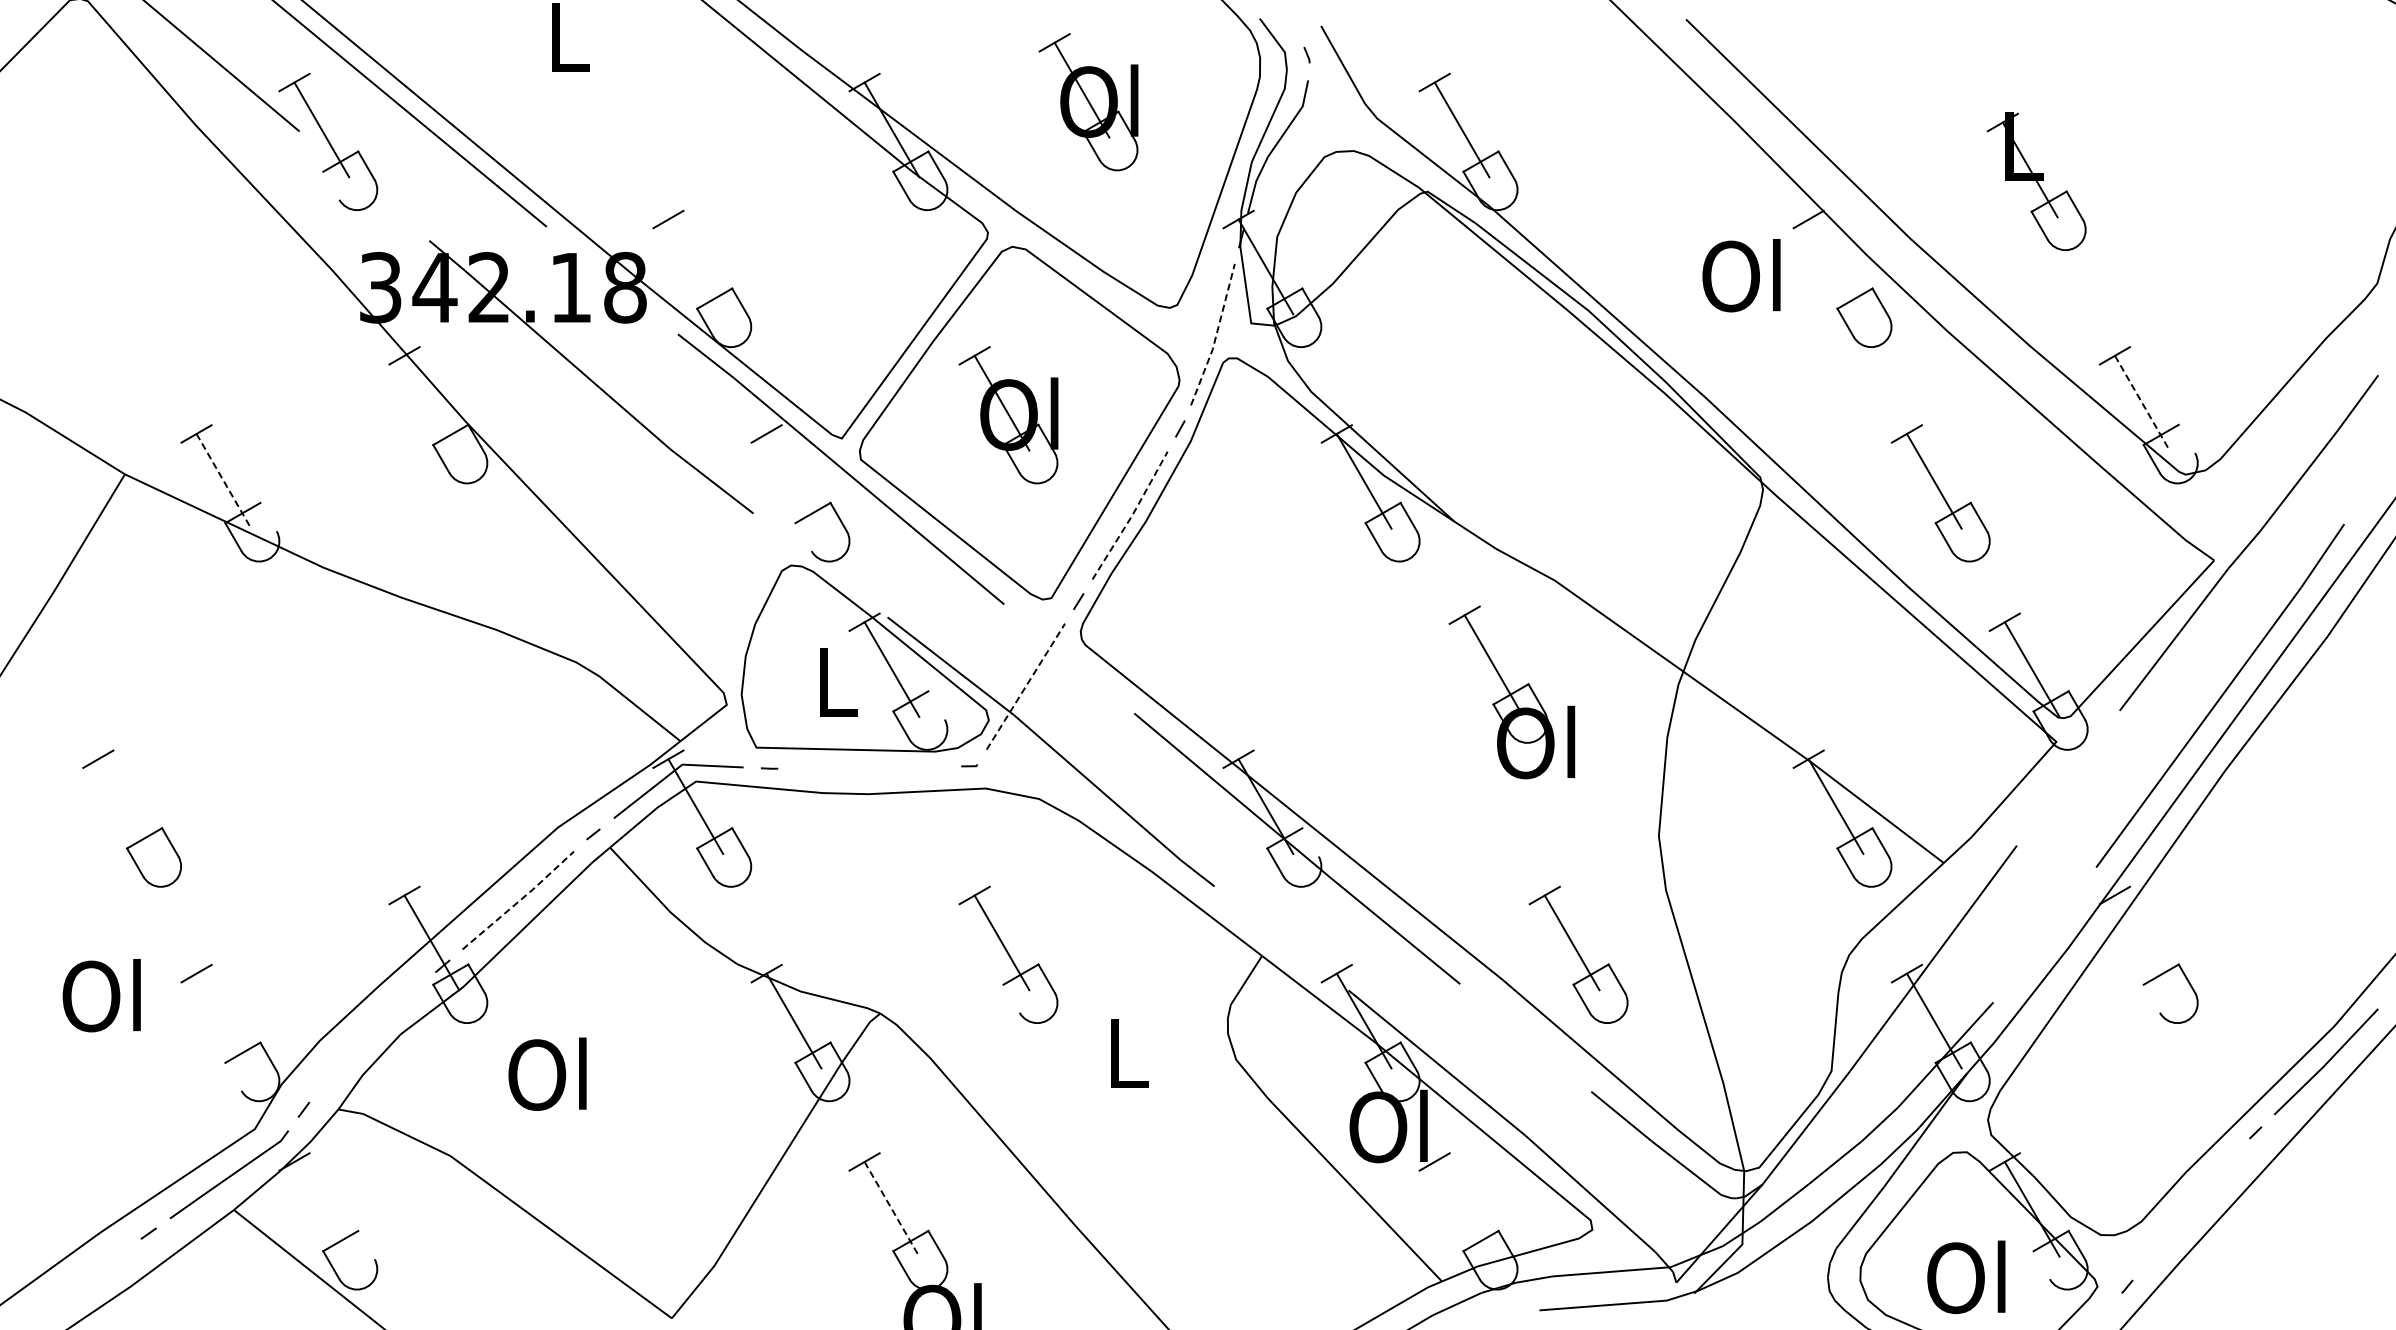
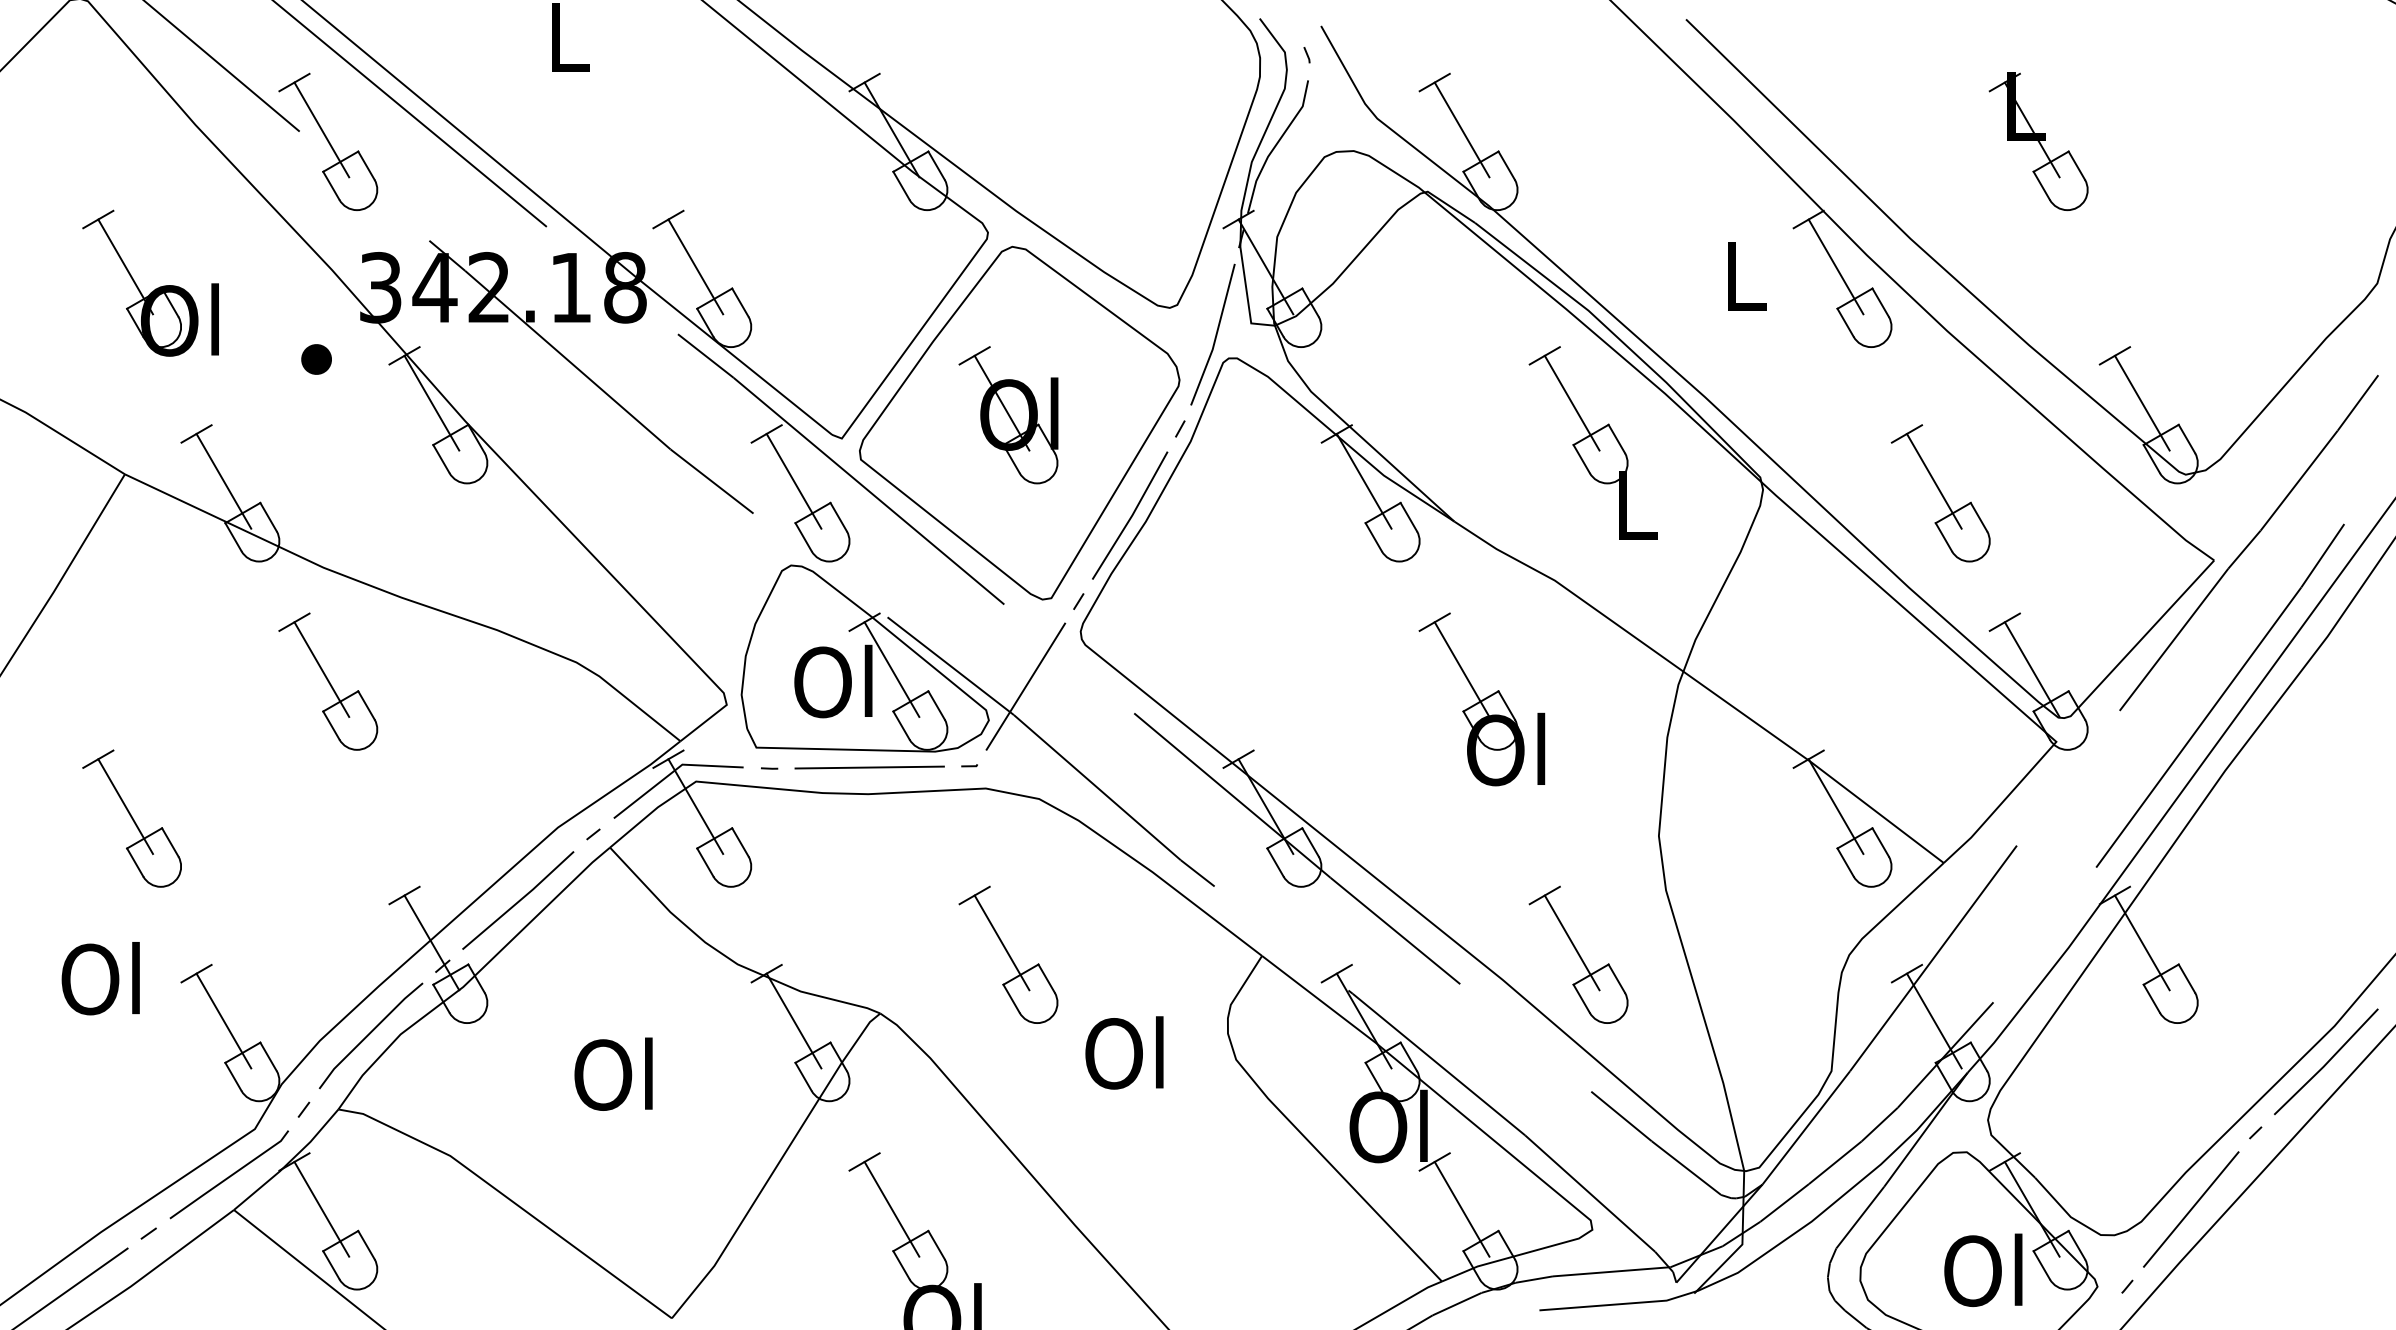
part at (1088, 102): present -> none
part at (2036, 181) position: (2036, 181) -> (2038, 141)
line at (331, 185): none -> present
line at (695, 266): none -> present
line at (1835, 266): none -> present
text at (1741, 275): Ol -> L
part at (155, 288): none -> present
line at (1216, 336): dashed -> solid
part at (316, 359): none -> present
line at (431, 402): none -> present
line at (2142, 403): dashed -> solid
line at (2186, 438): none -> present
part at (1592, 442): none -> present
line at (793, 480): none -> present
line at (223, 481): dashed -> solid
line at (268, 516): none -> present
line at (1131, 516): dashed -> solid
line at (803, 537): none -> present
part at (328, 681): none -> present
text at (833, 681): L -> Ol
line at (1026, 686): dashed -> solid
part at (1511, 692) position: (1511, 692) -> (1481, 699)
line at (936, 705): none -> present
line at (869, 767): none -> present
line at (125, 806): none -> present
line at (1310, 842): none -> present
line at (519, 901): dashed -> solid
line at (2141, 942): none -> present
text at (101, 995) position: (101, 995) -> (100, 978)
line at (1011, 998): none -> present
line at (2151, 998): none -> present
line at (223, 1020): none -> present
line at (370, 1034): none -> present
text at (1124, 1052): L -> Ol
text at (547, 1073) position: (547, 1073) -> (613, 1073)
line at (233, 1076): none -> present
line at (321, 1208): none -> present
line at (1461, 1208): none -> present
line at (891, 1209): dashed -> solid
line at (2191, 1209): none -> present
line at (366, 1245): none -> present
line at (2041, 1265): none -> present
text at (1966, 1276) position: (1966, 1276) -> (1983, 1269)
line at (72, 1287): none -> present
